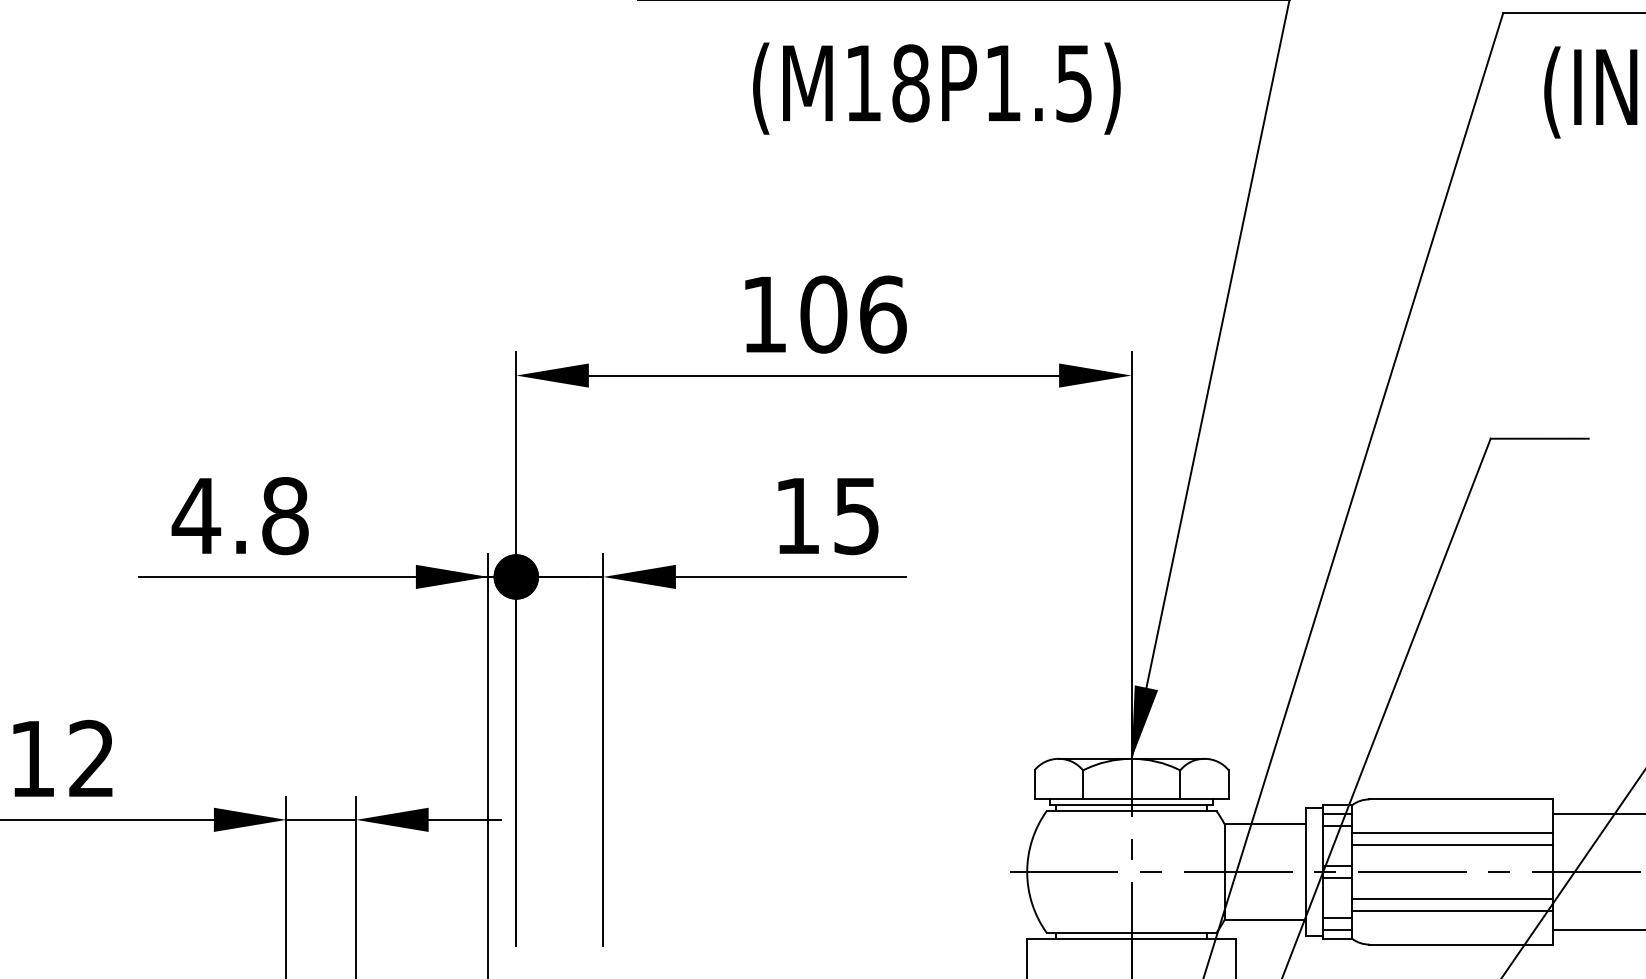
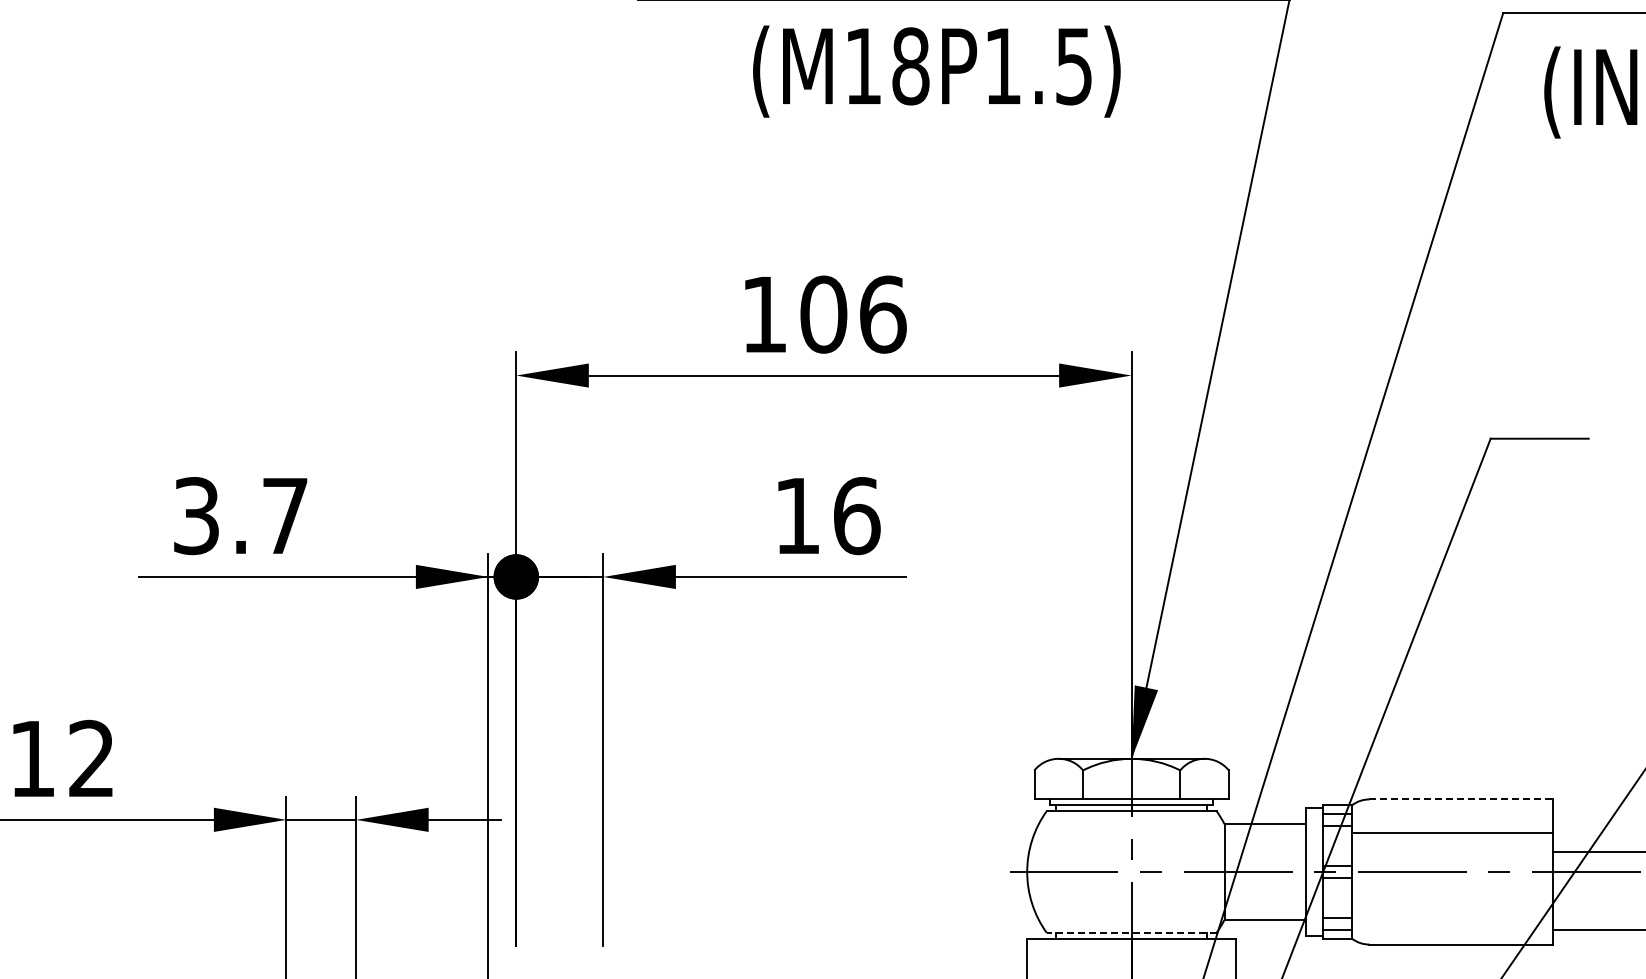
text at (936, 88) position: (936, 88) -> (936, 71)
text at (239, 516): 4.8 -> 3.7
text at (857, 516): 15 -> 16
line at (1461, 799): solid -> dashed
line at (1597, 813) position: (1597, 813) -> (1597, 851)
line at (1452, 844): present -> none
line at (1452, 899): present -> none
line at (1452, 911): present -> none
line at (1131, 932): solid -> dashed
